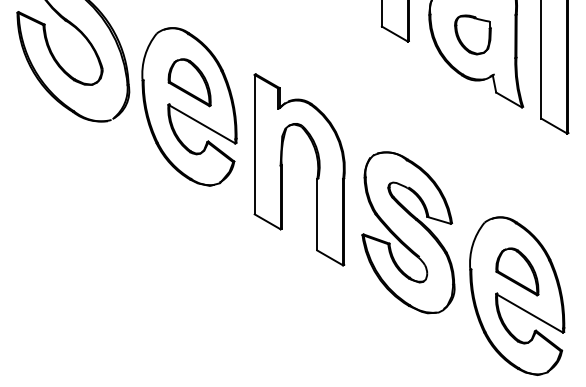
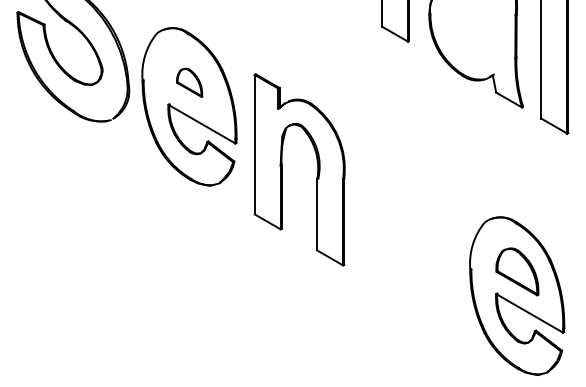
part at (472, 34): present -> none
part at (189, 82) size: 45x50 px -> 28x31 px
part at (408, 232): present -> none
